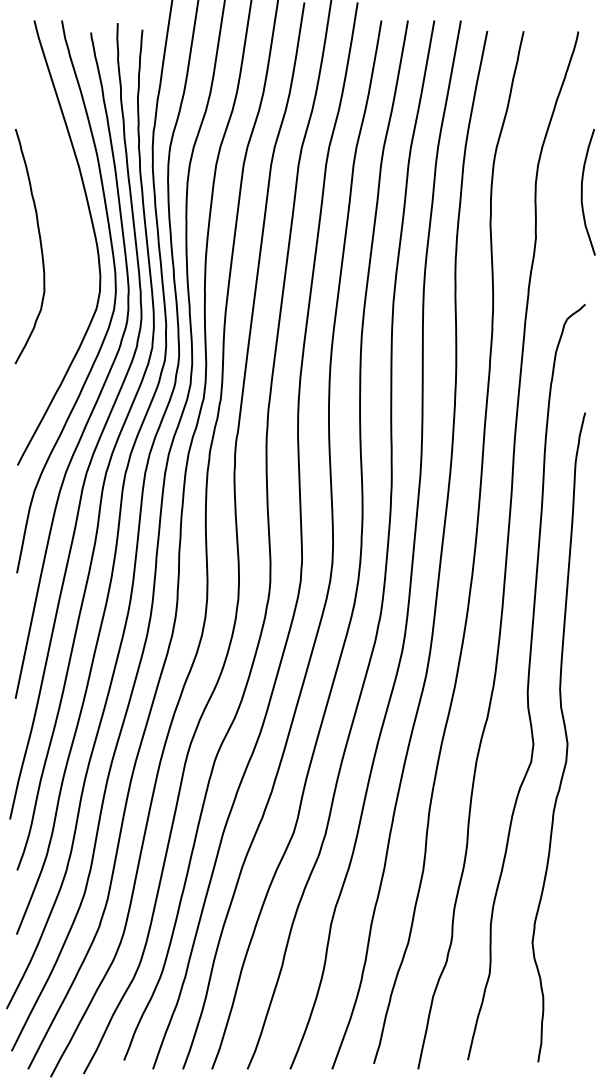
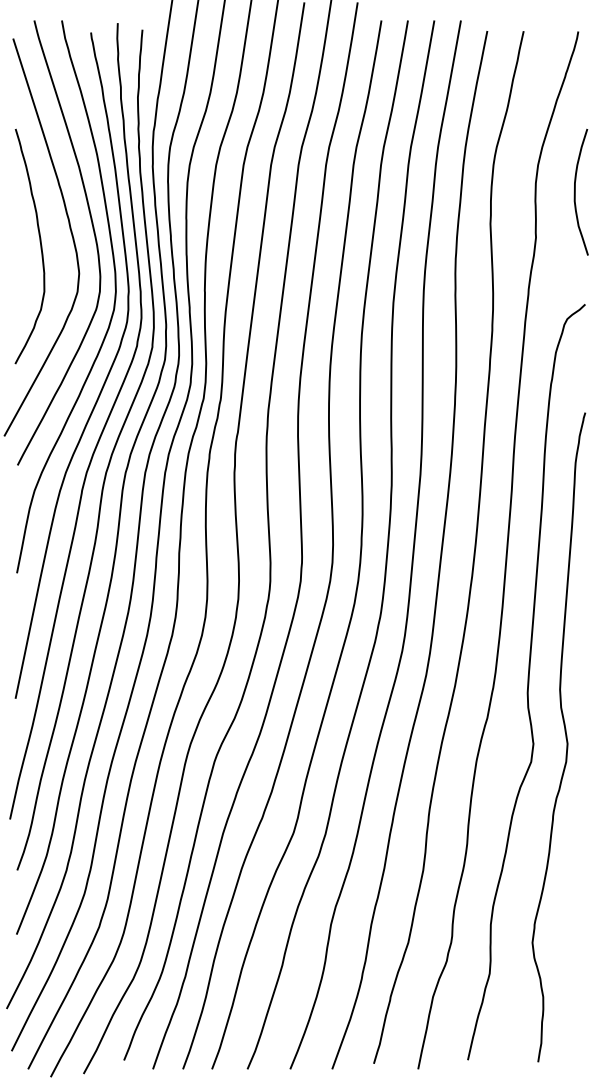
curve at (582, 191) position: (582, 191) -> (575, 191)
curve at (69, 229): none -> present
